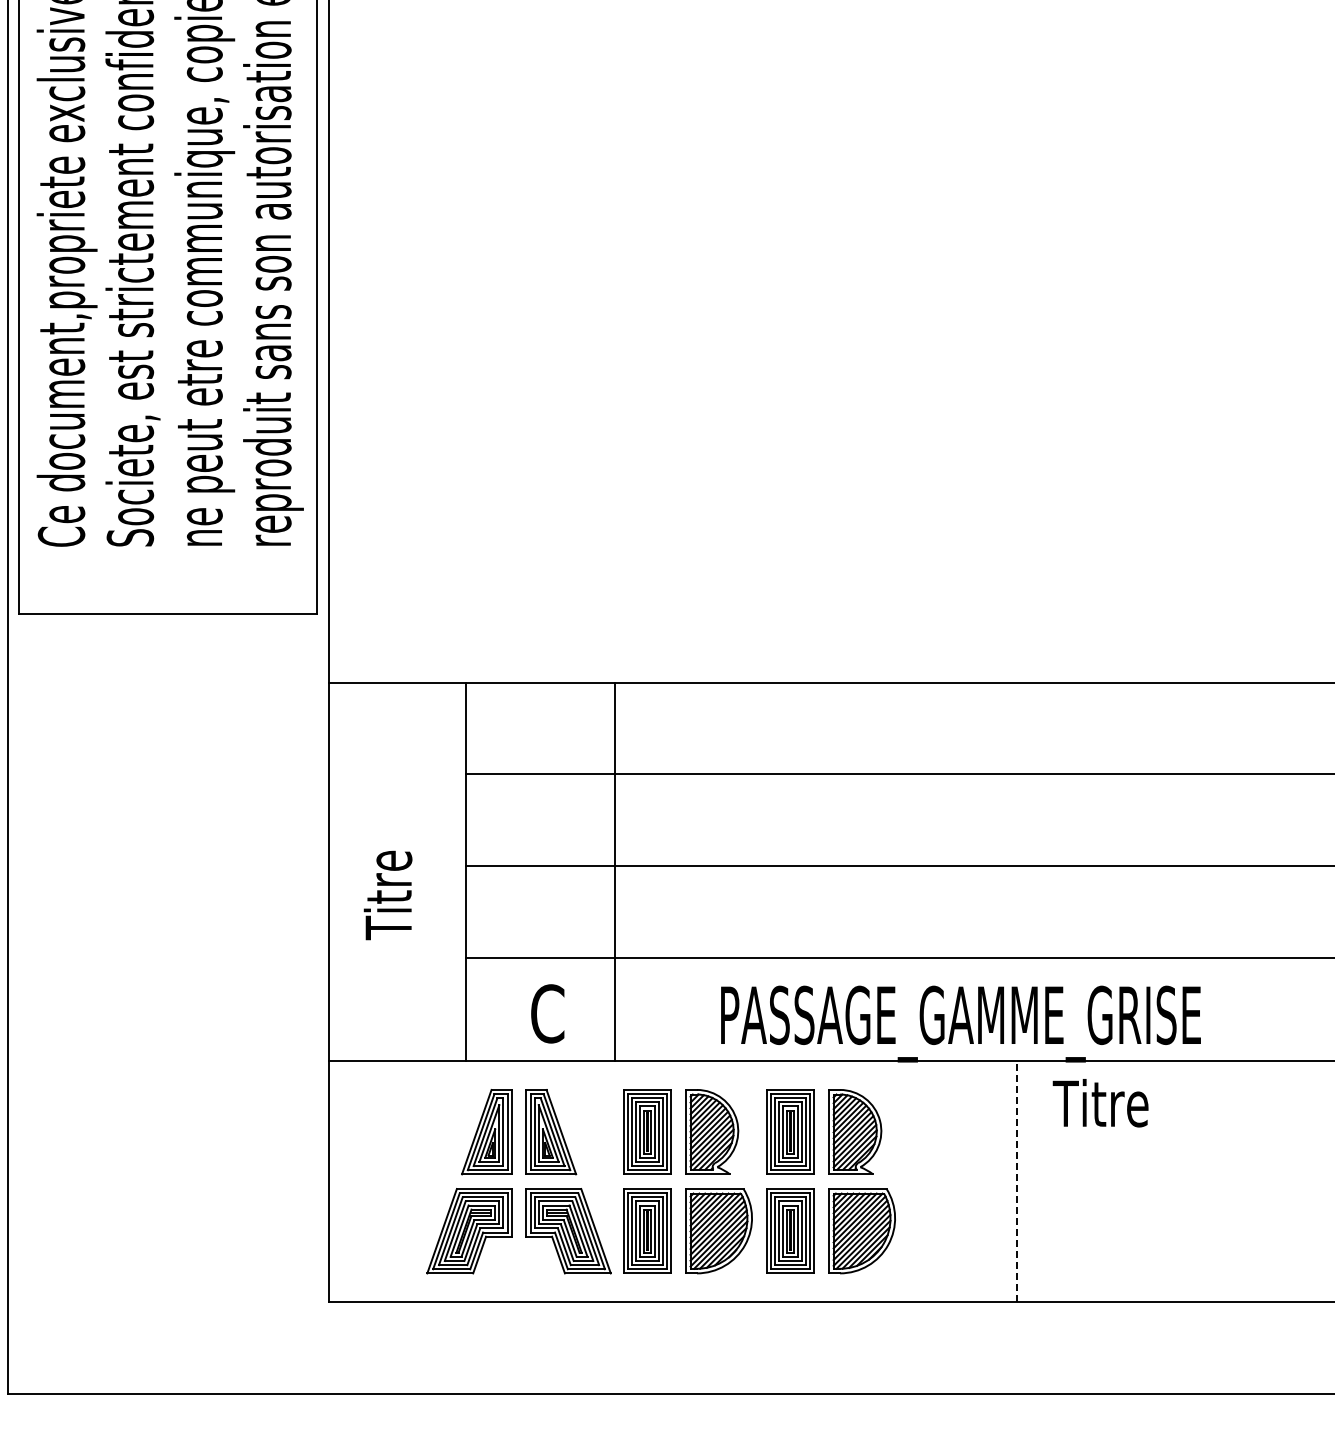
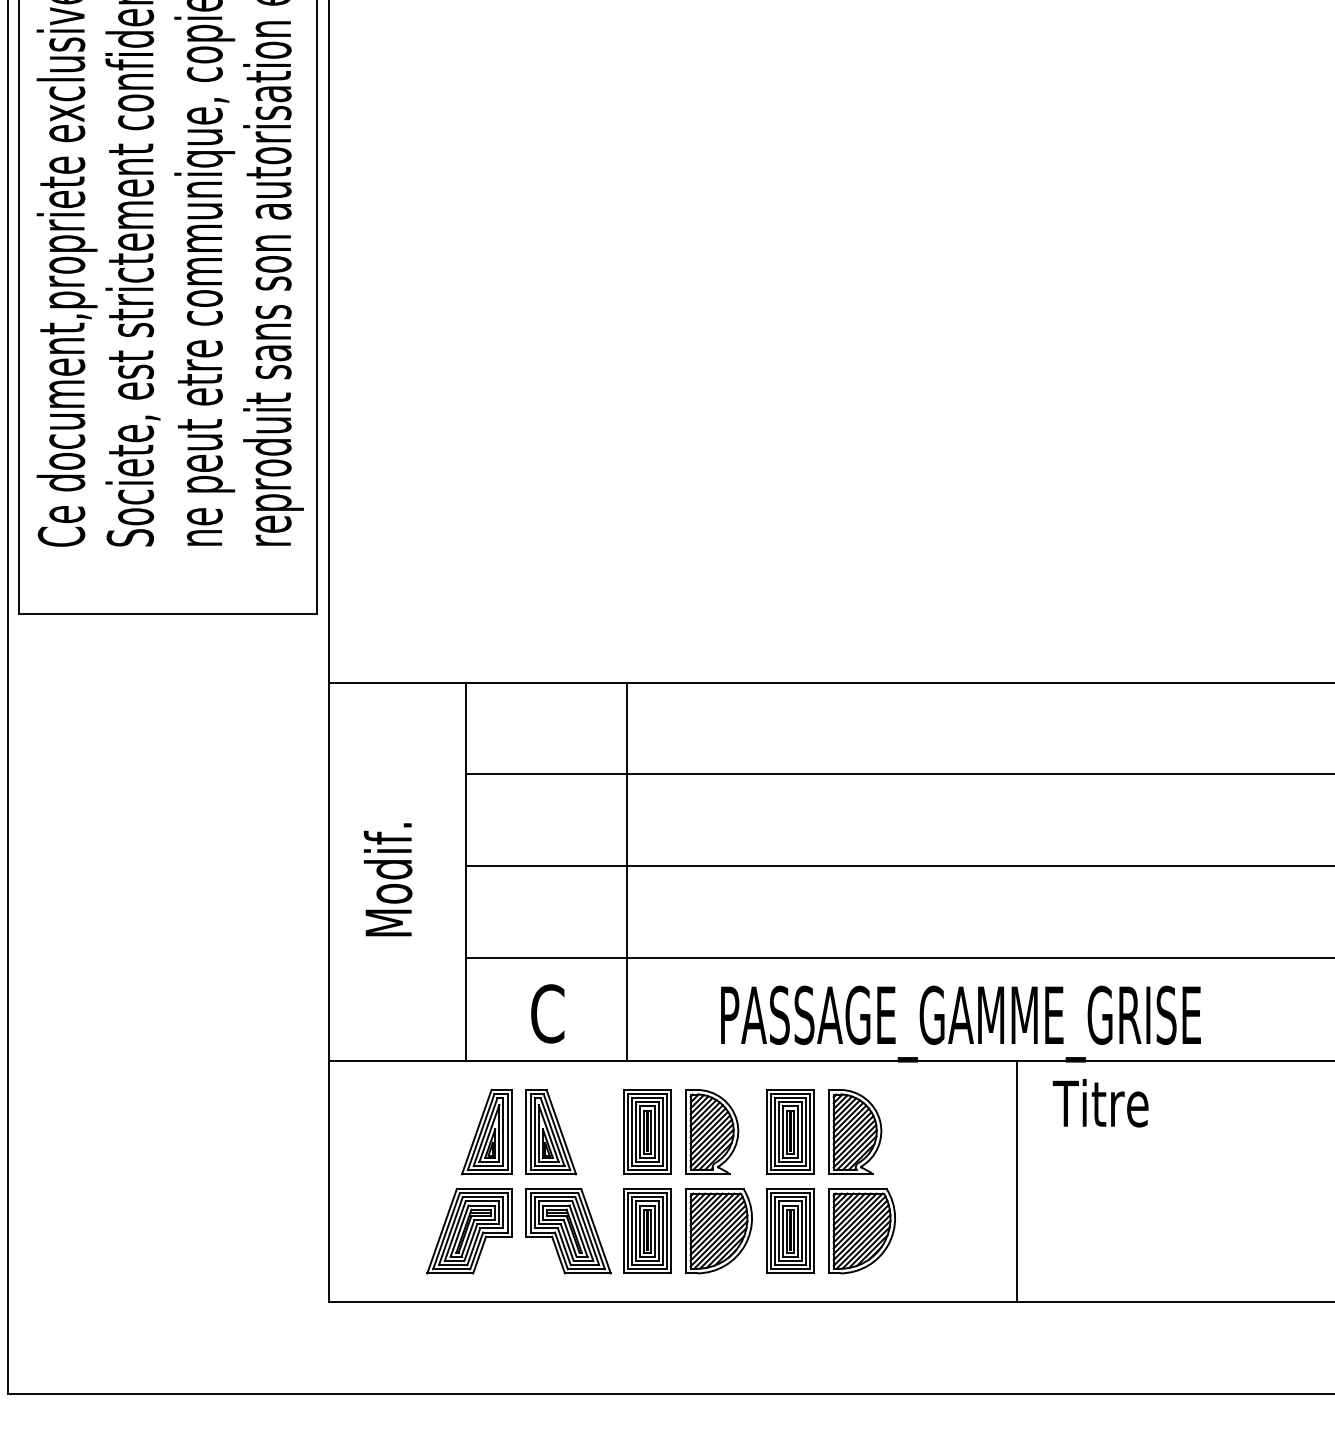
line at (614, 871) position: (614, 871) -> (626, 871)
text at (387, 881): Titre -> Modif.
line at (1016, 1180): dashed -> solid
